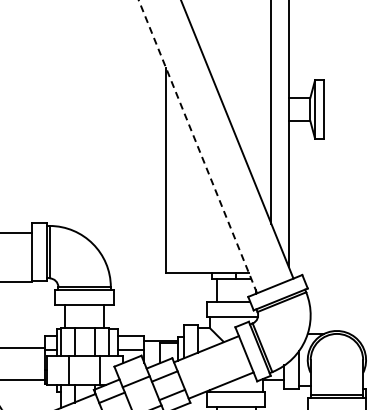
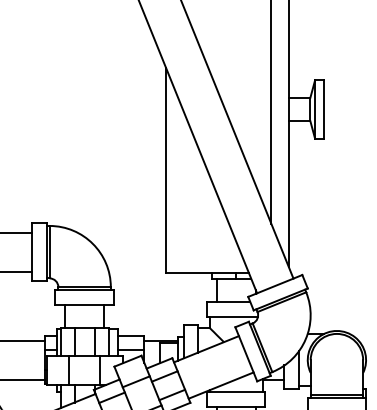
line at (198, 147): dashed -> solid
line at (17, 281) position: (17, 281) -> (17, 271)
line at (23, 347) position: (23, 347) -> (23, 340)
